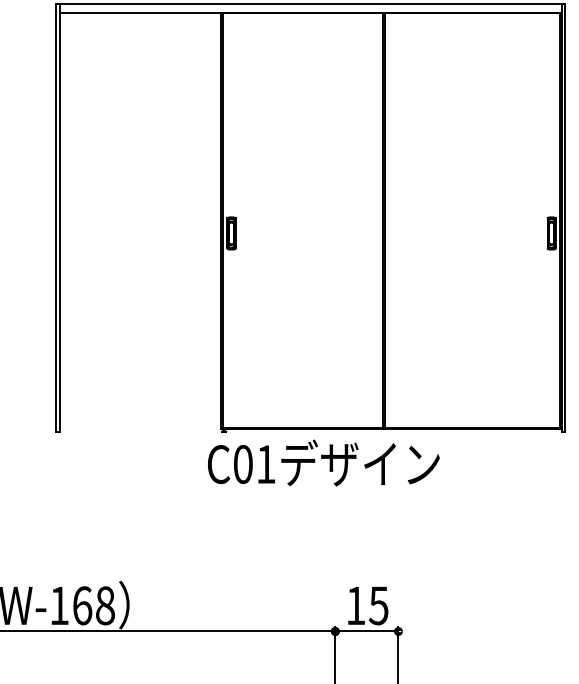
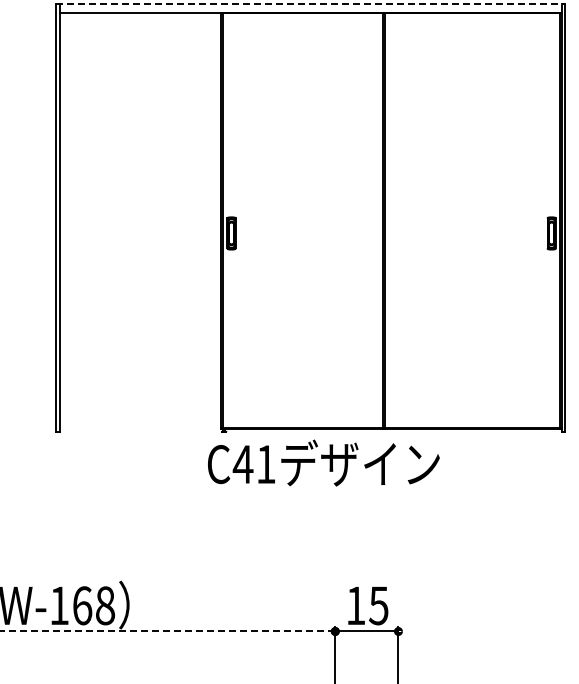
line at (311, 4): solid -> dashed
text at (242, 464): C01 -> C41
line at (167, 631): solid -> dashed
